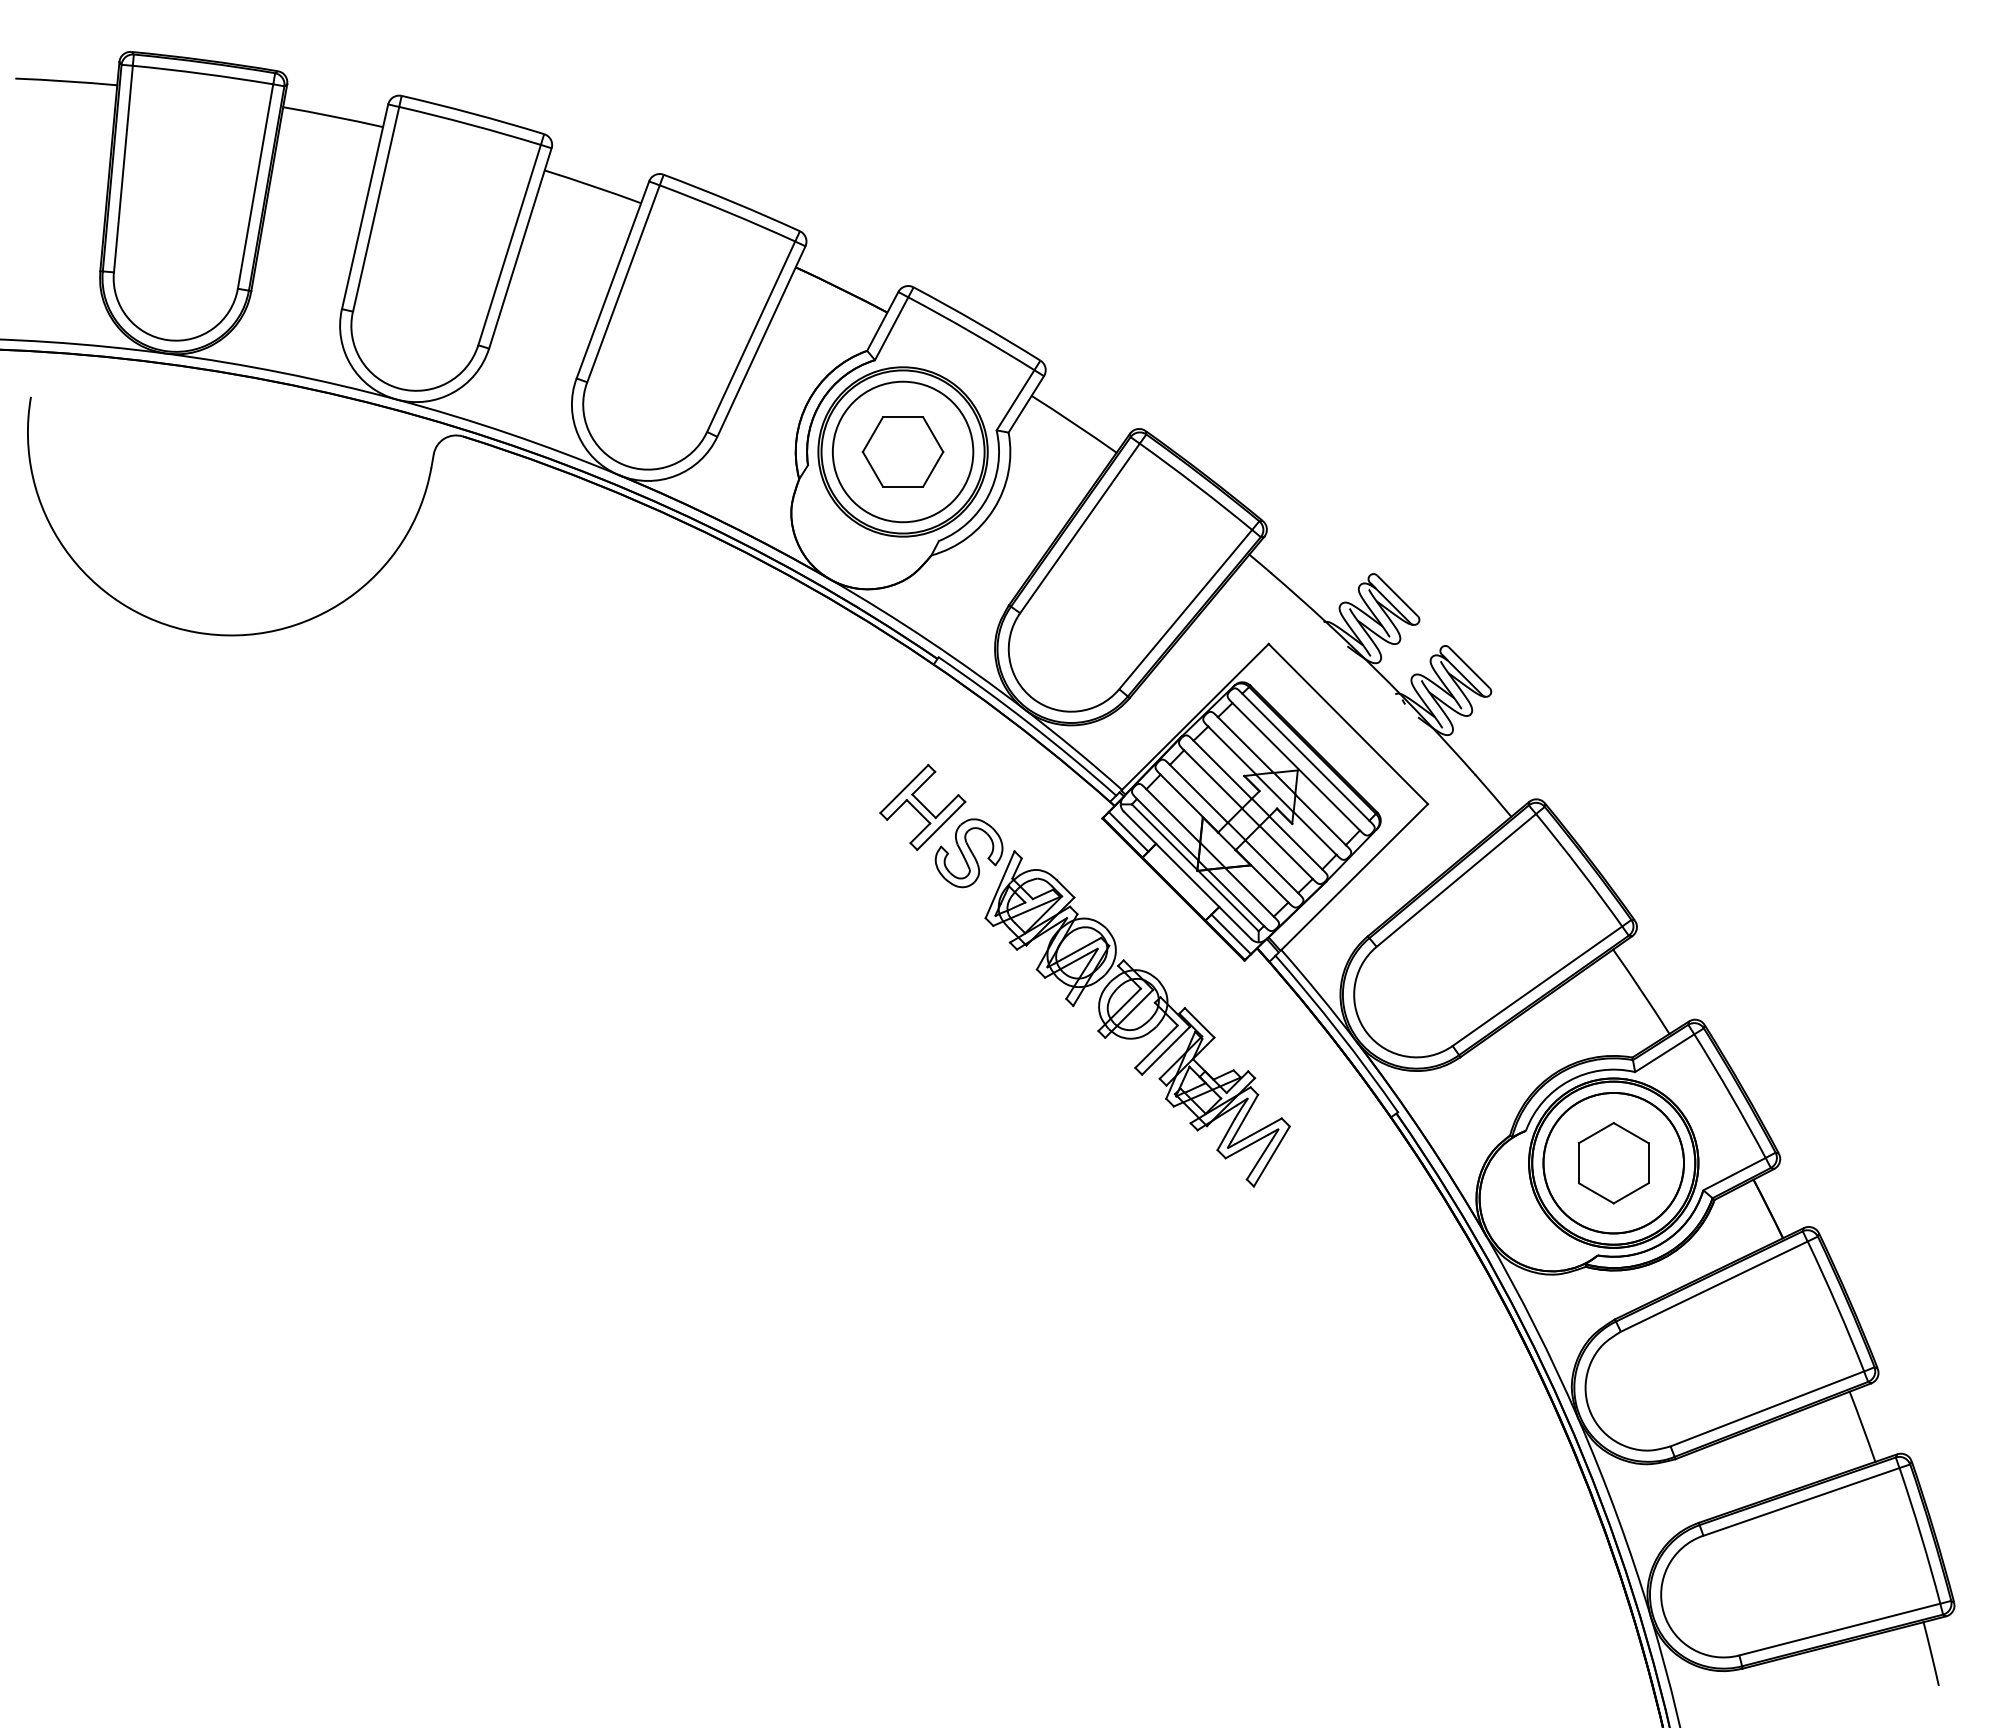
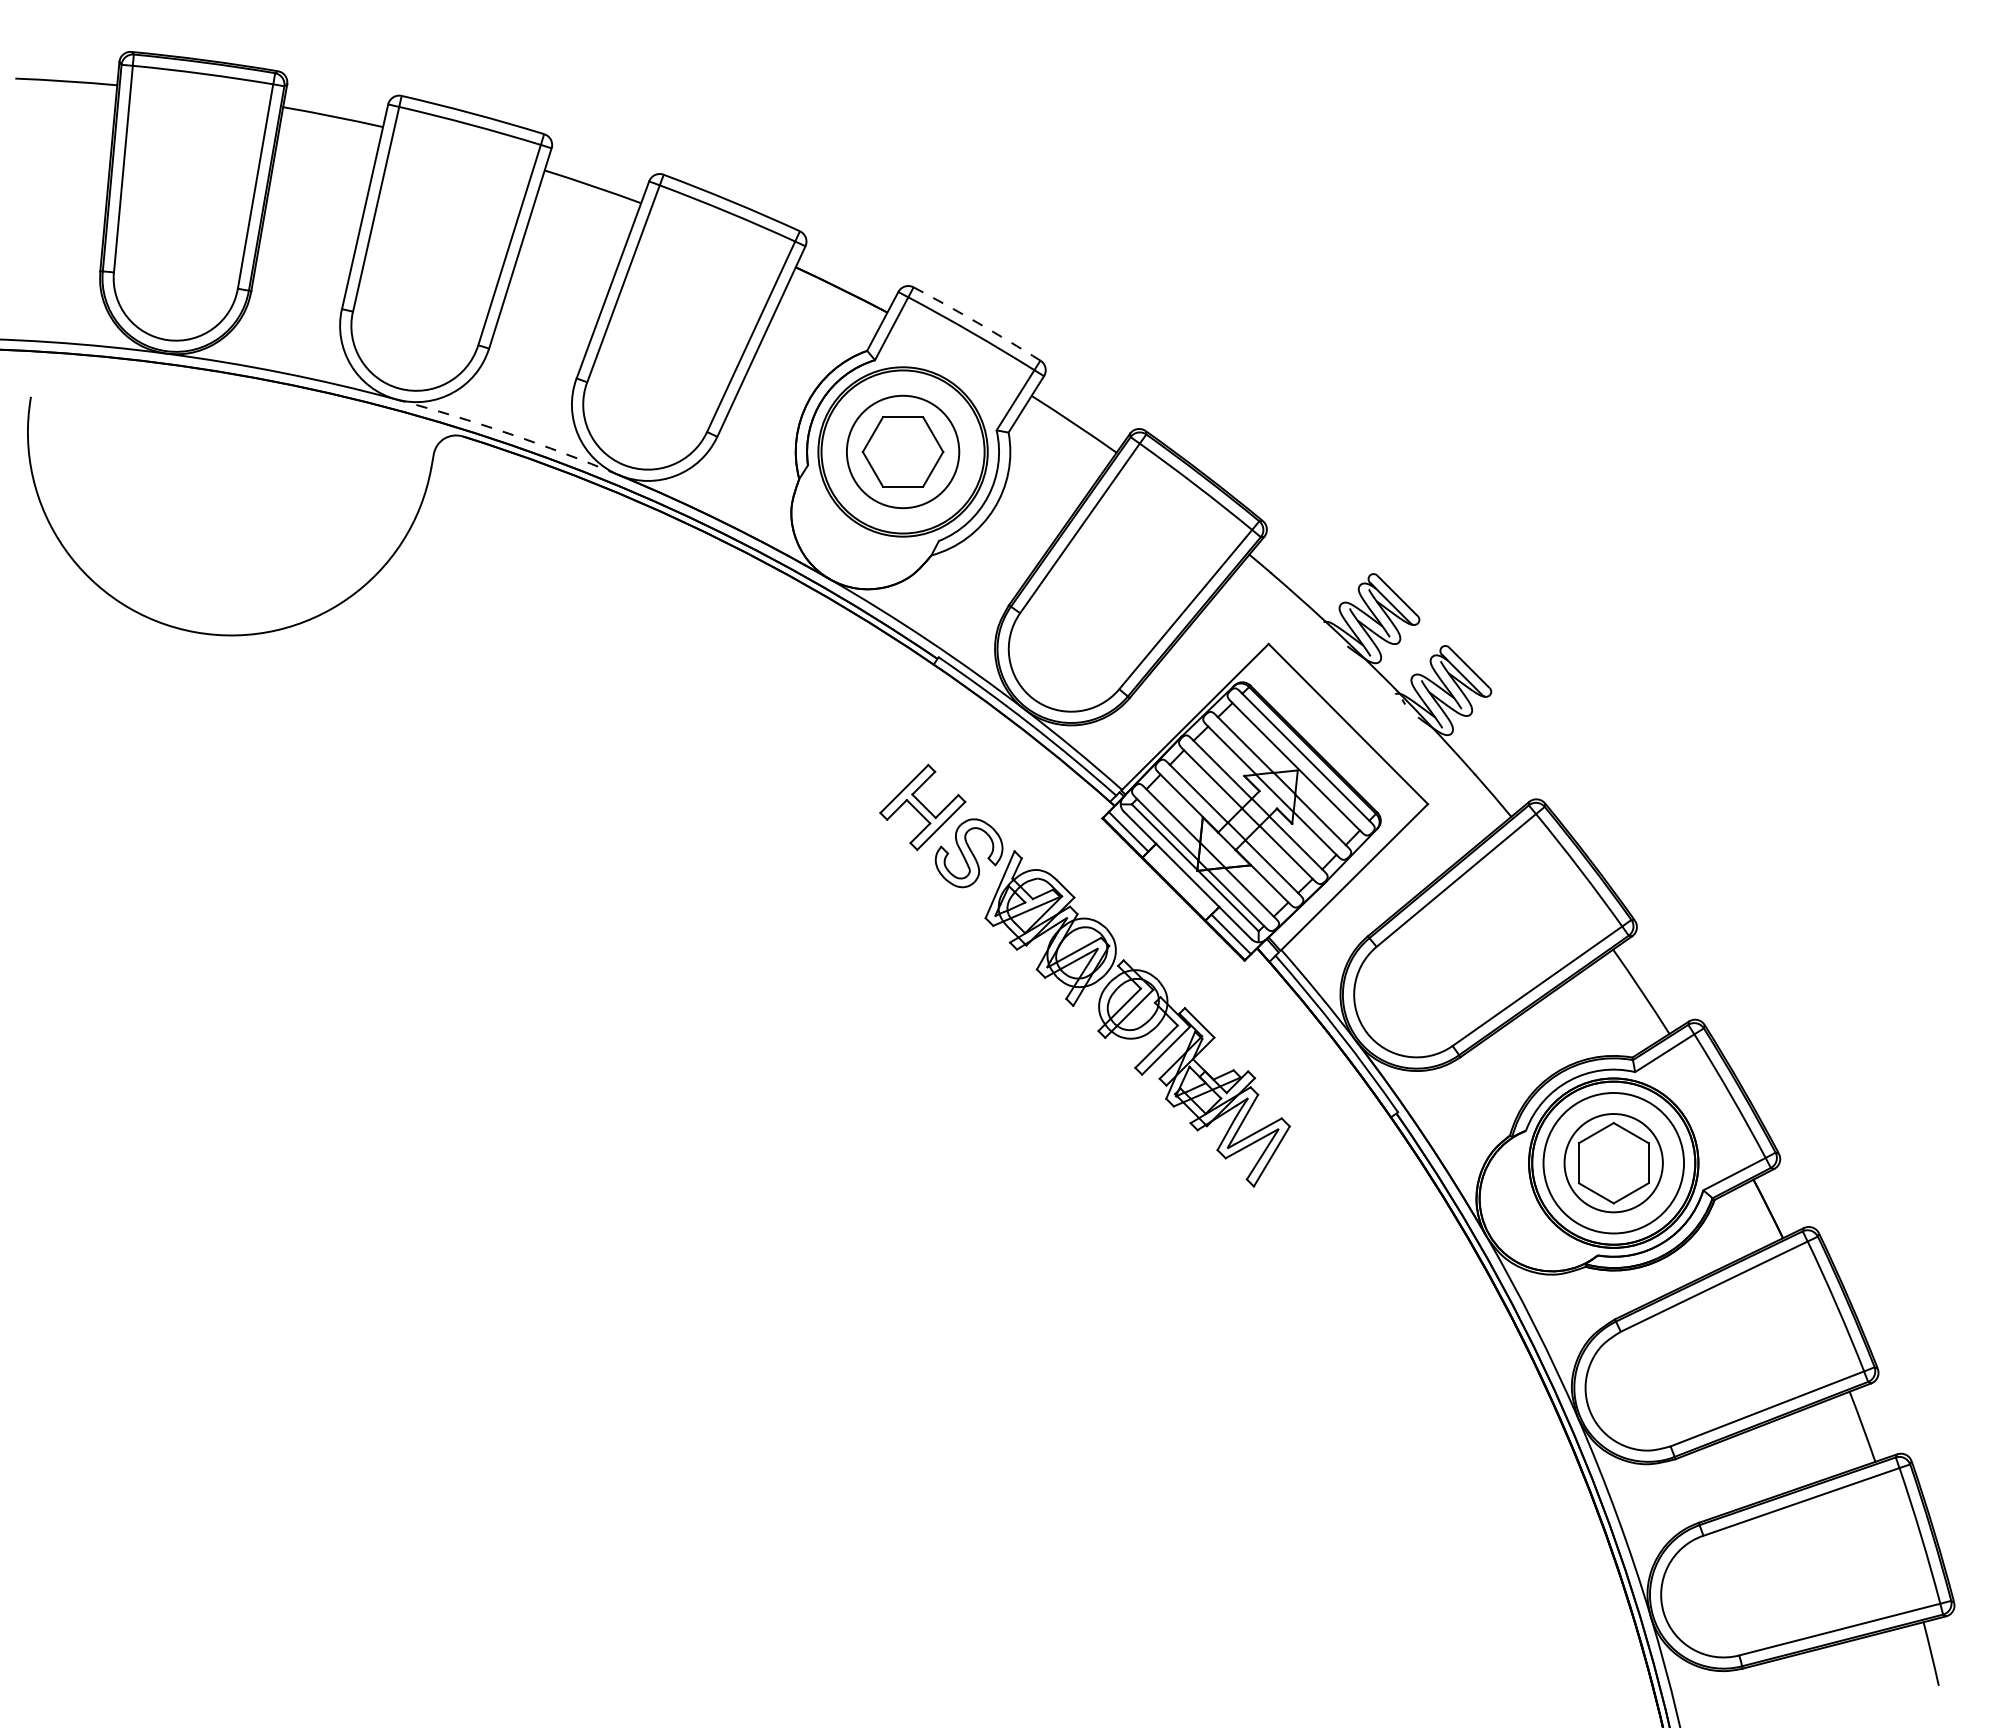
arc at (977, 322): solid -> dashed
arc at (509, 433): solid -> dashed
circle at (902, 451) diameter: 140 px -> 112 px
circle at (1613, 1162) diameter: 140 px -> 98 px
